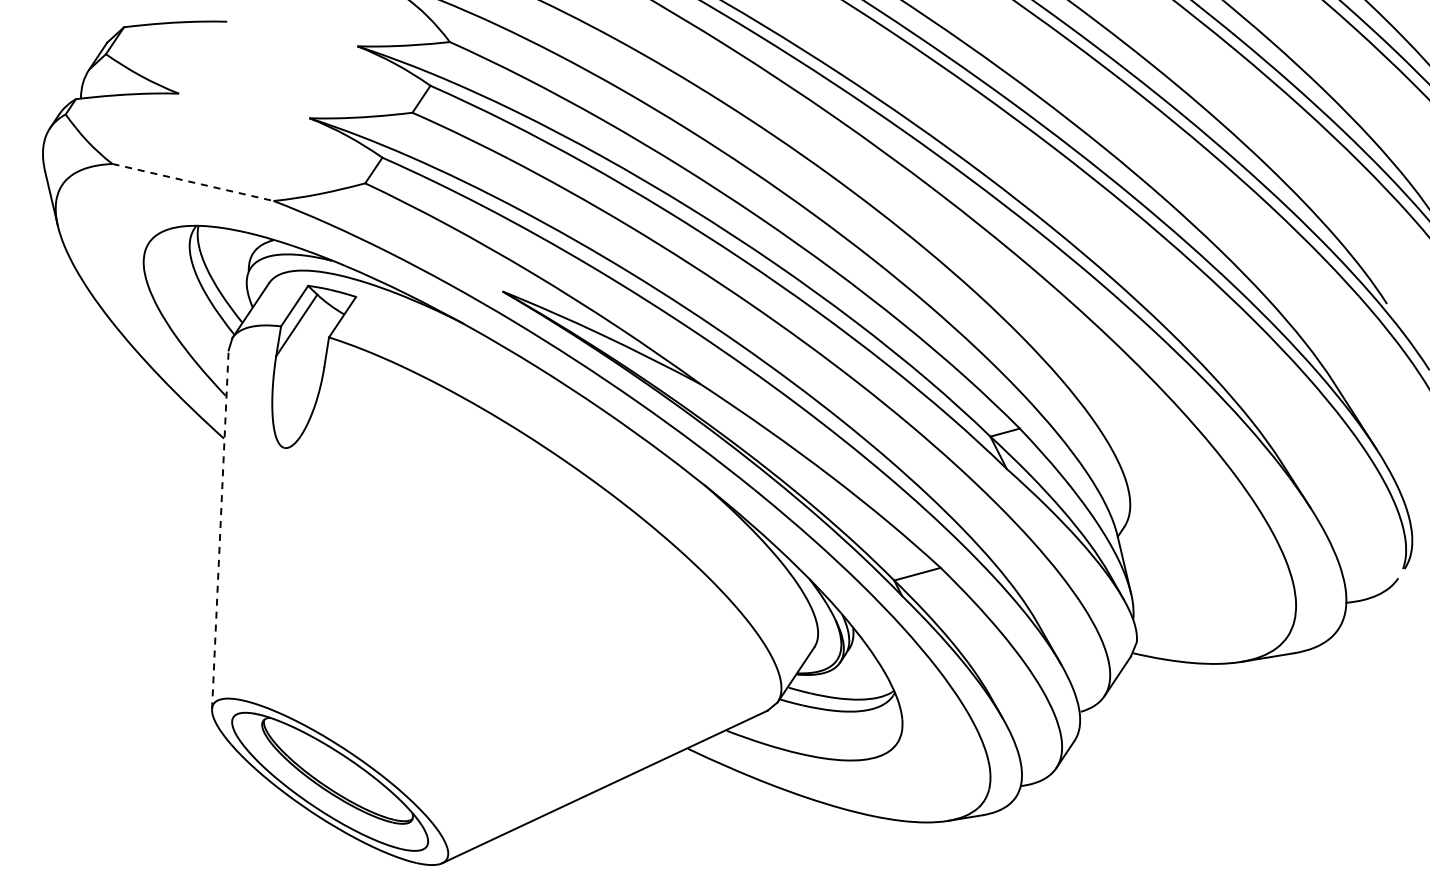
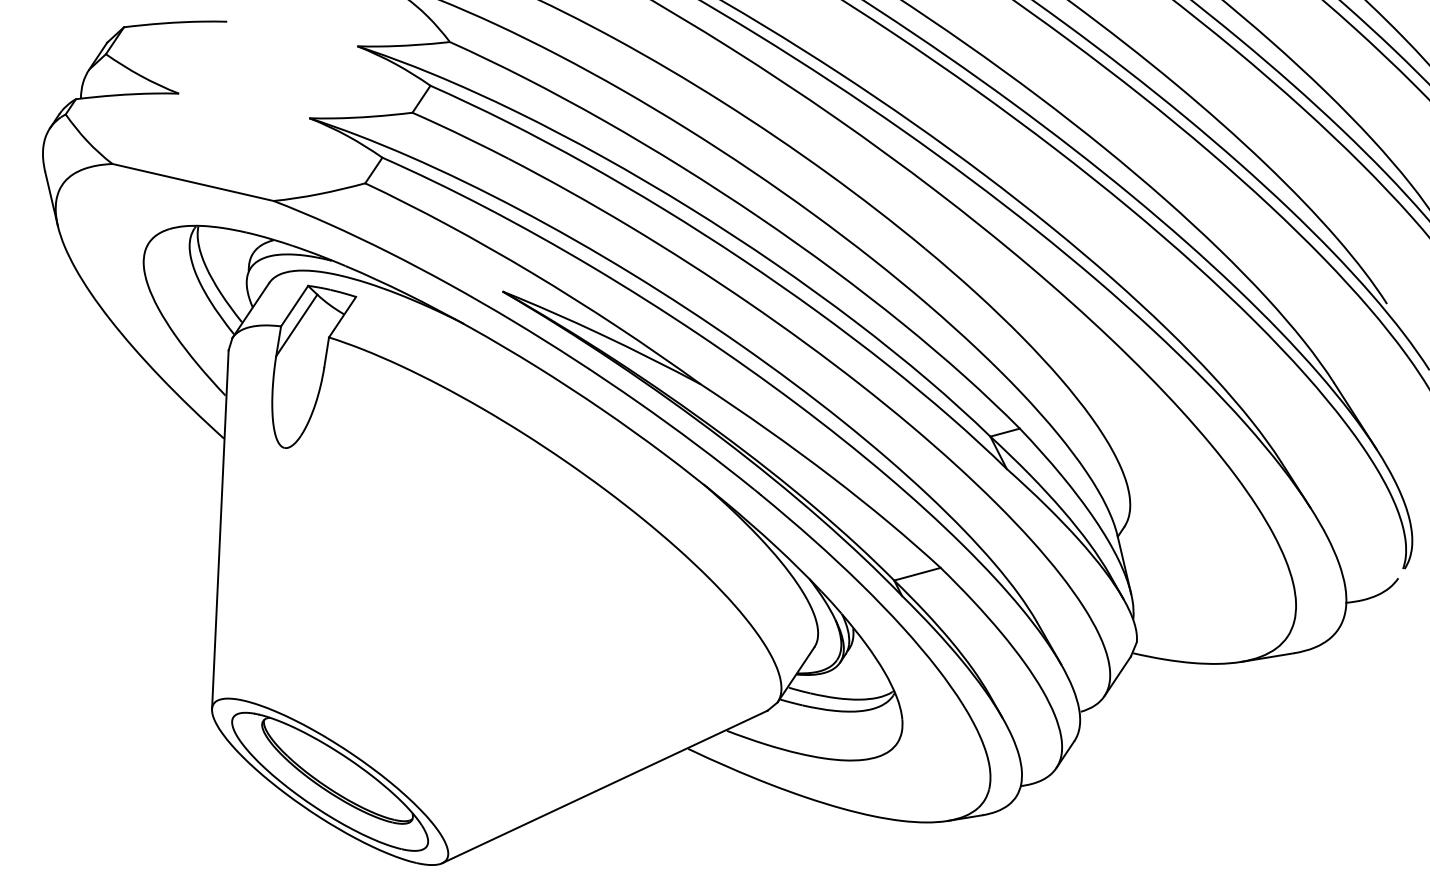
line at (193, 182): dashed -> solid
line at (220, 529): dashed -> solid
